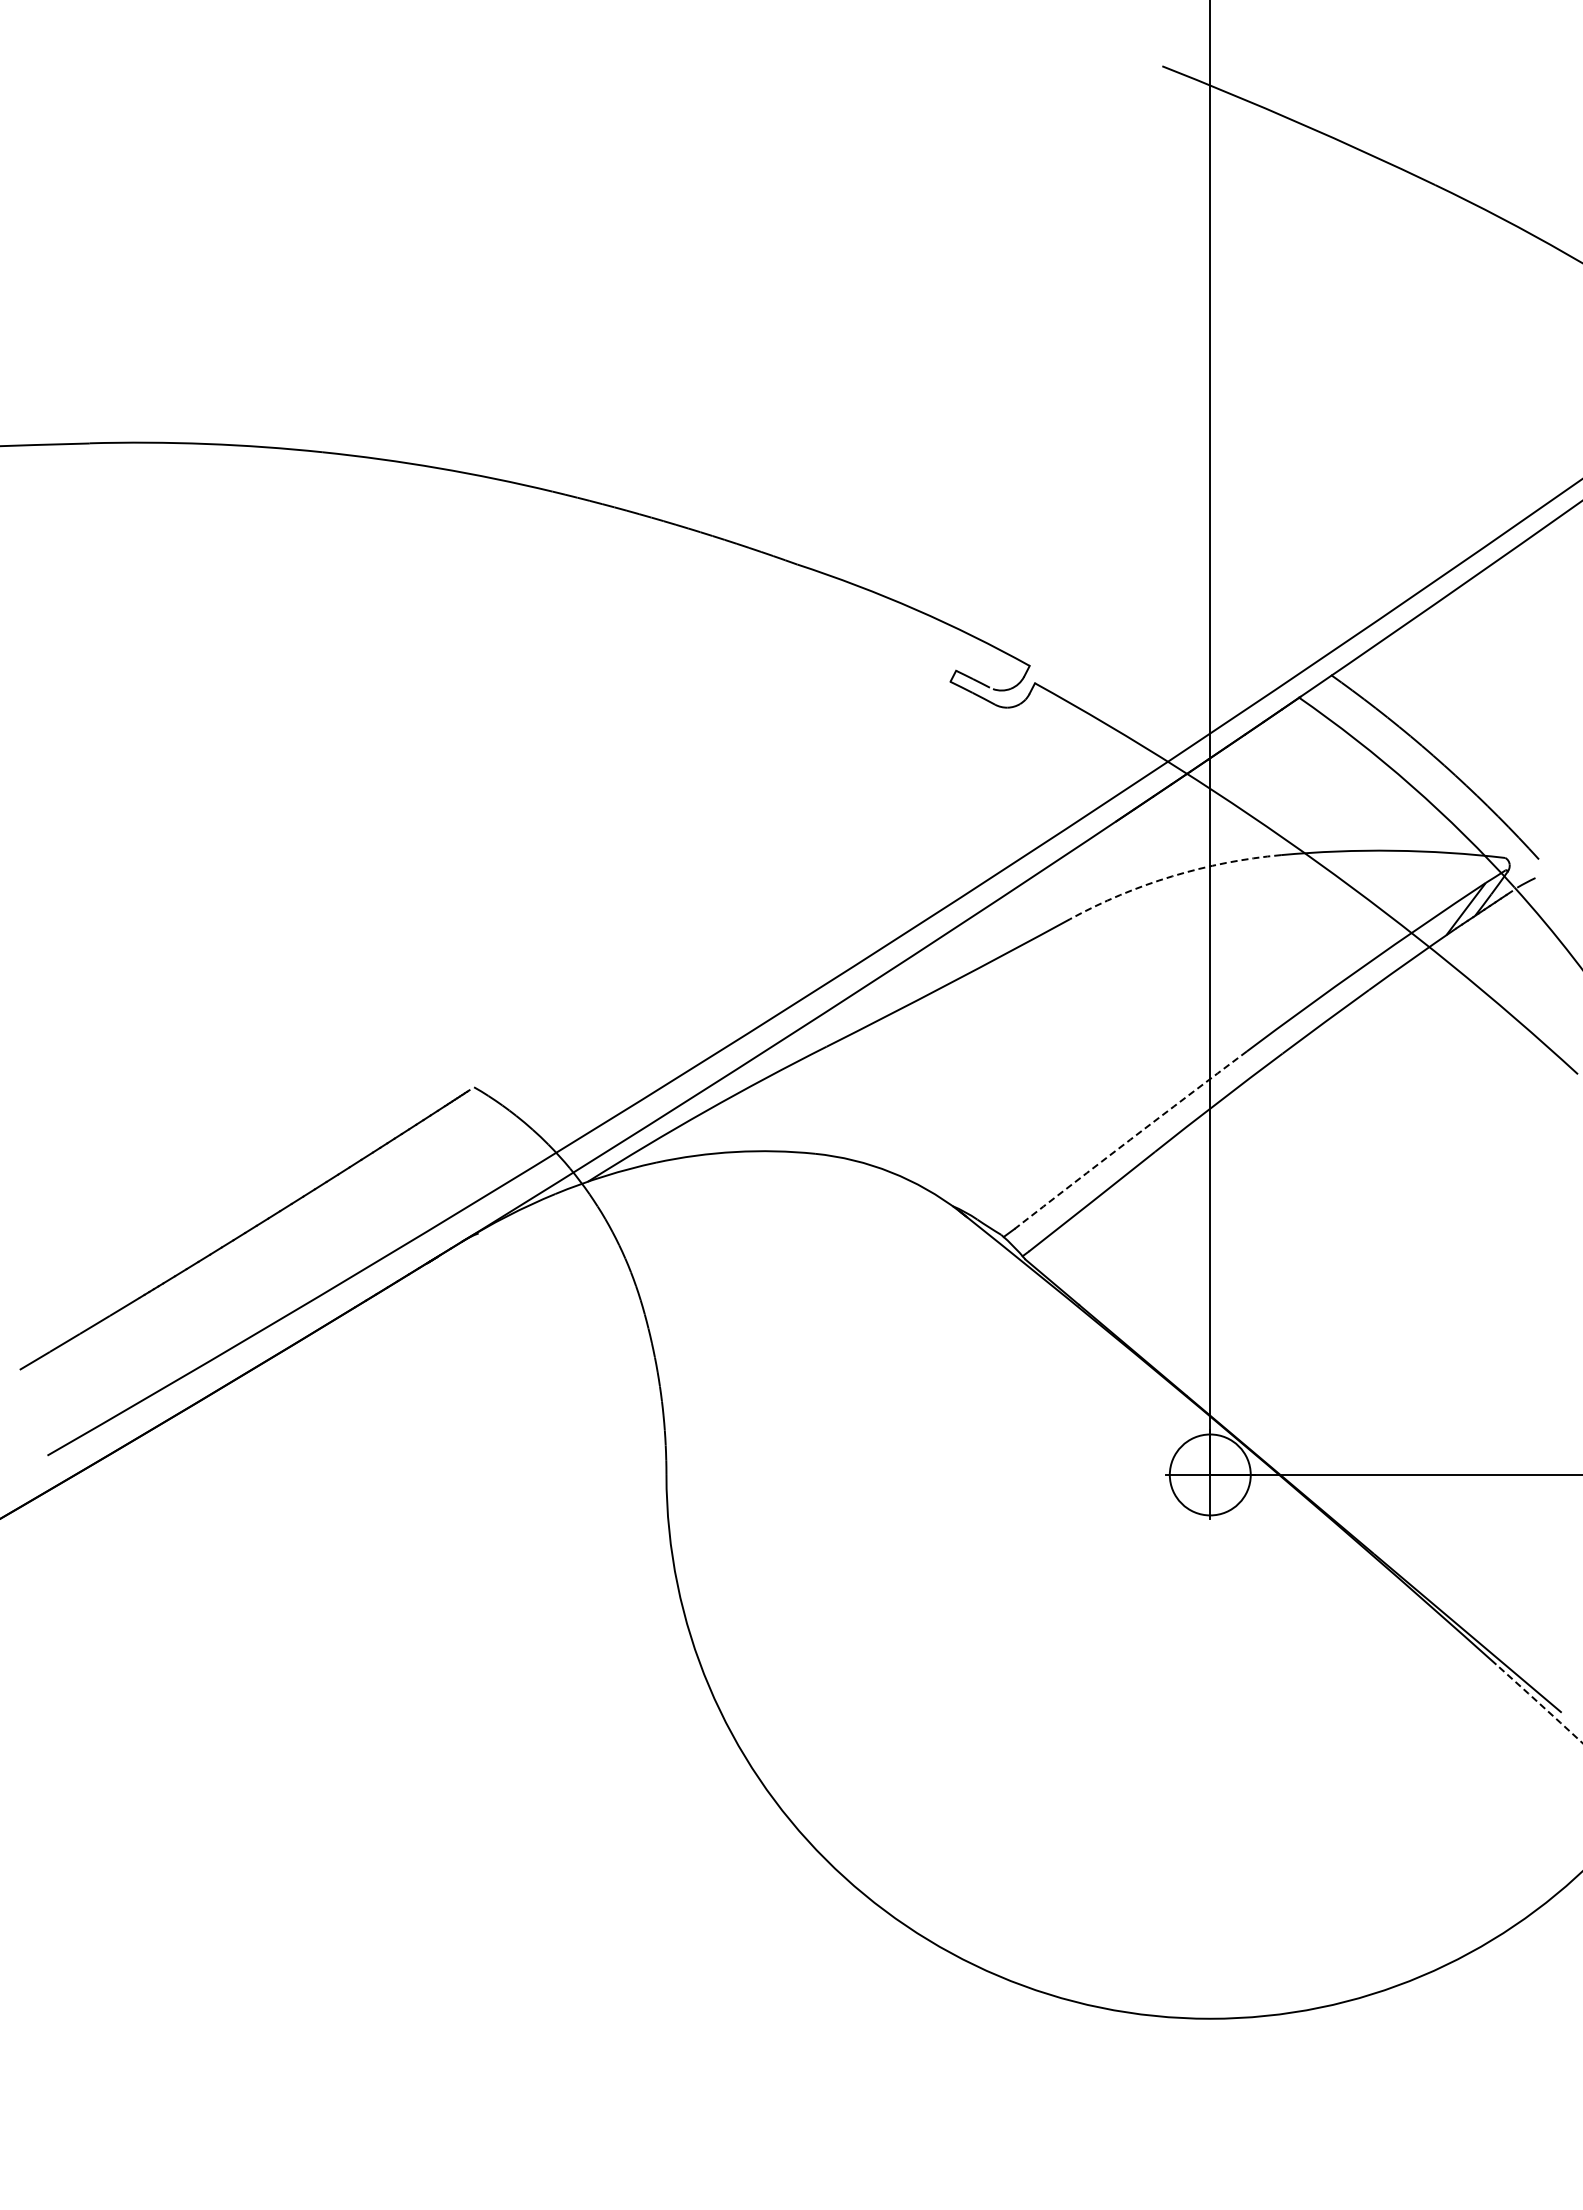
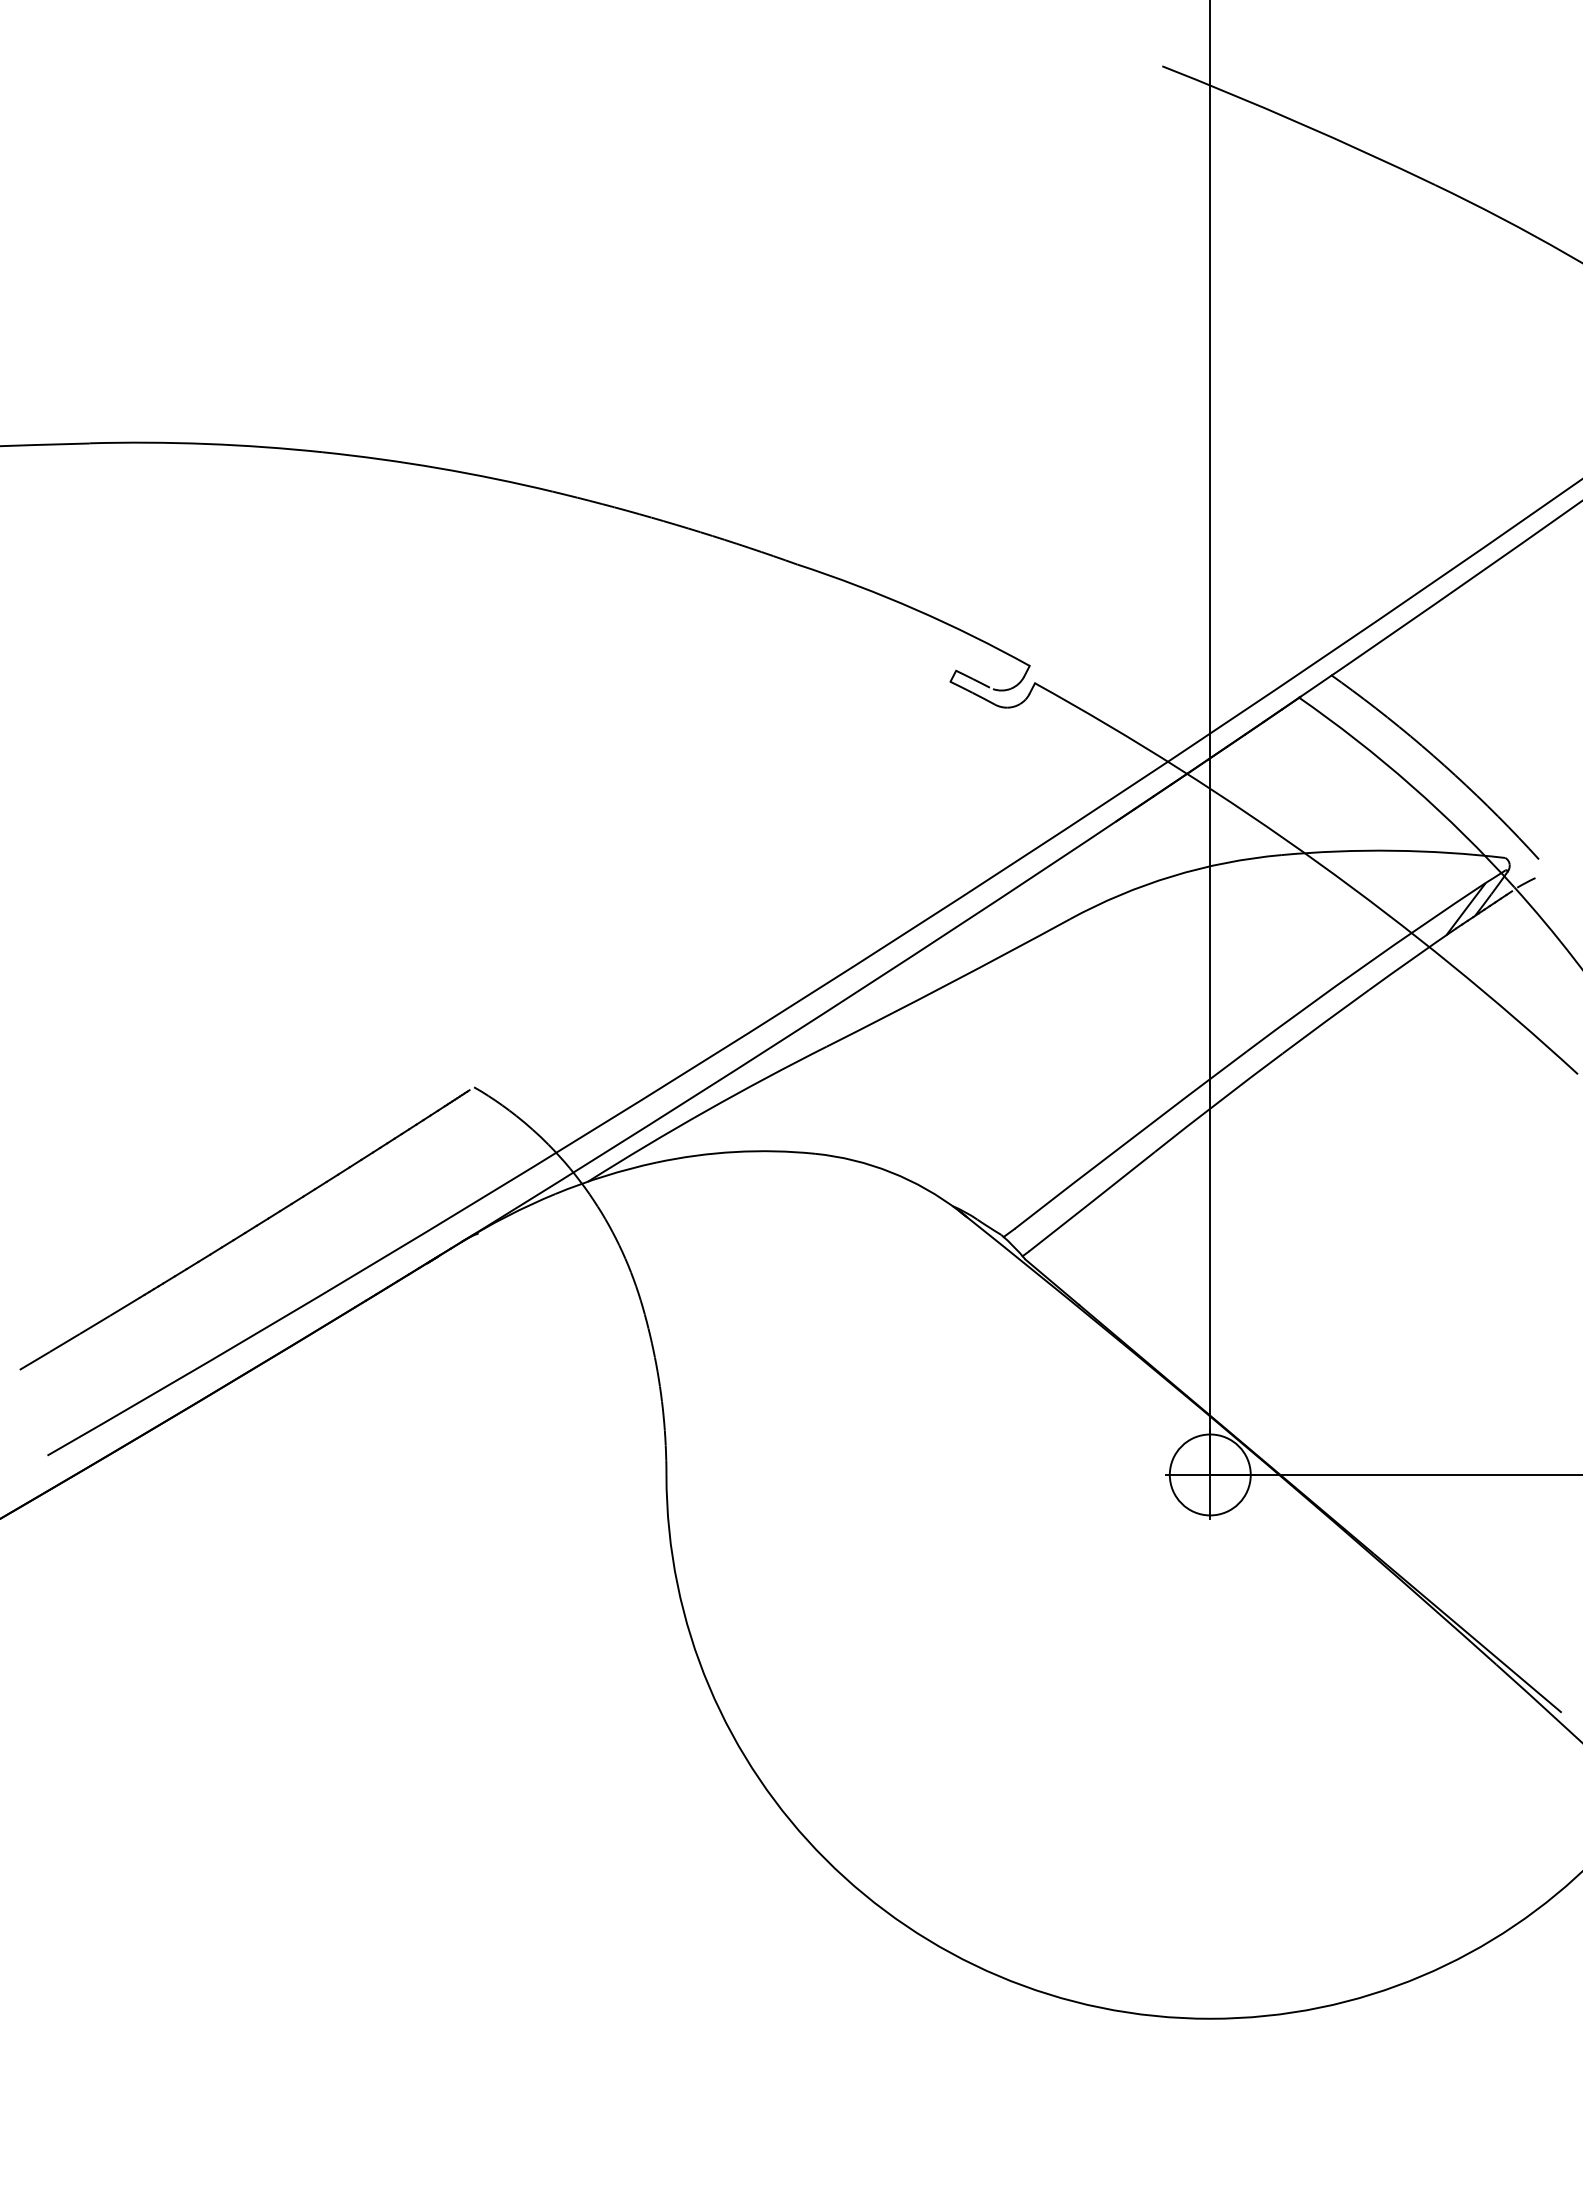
arc at (1172, 876): dashed -> solid
arc at (1130, 1139): dashed -> solid
arc at (1539, 1704): dashed -> solid
